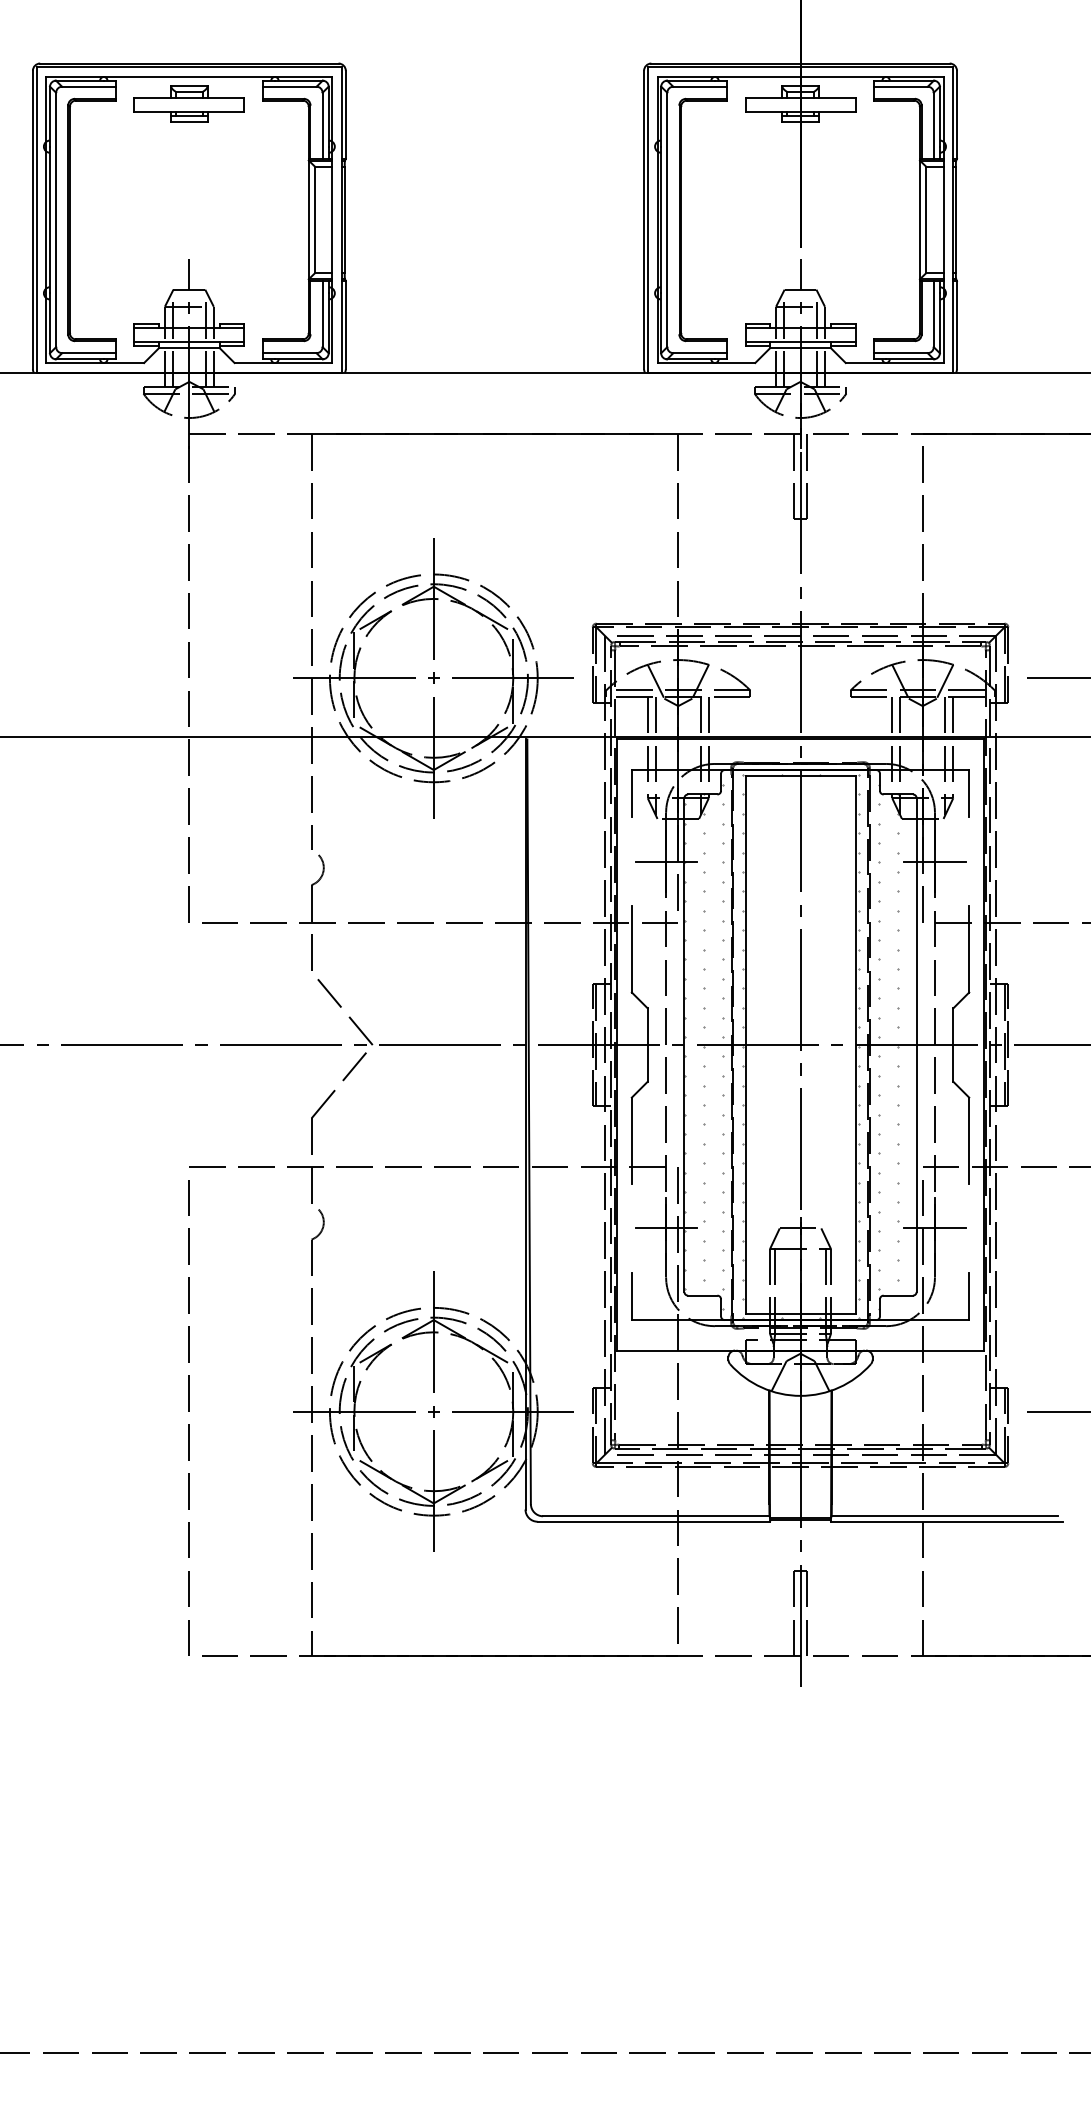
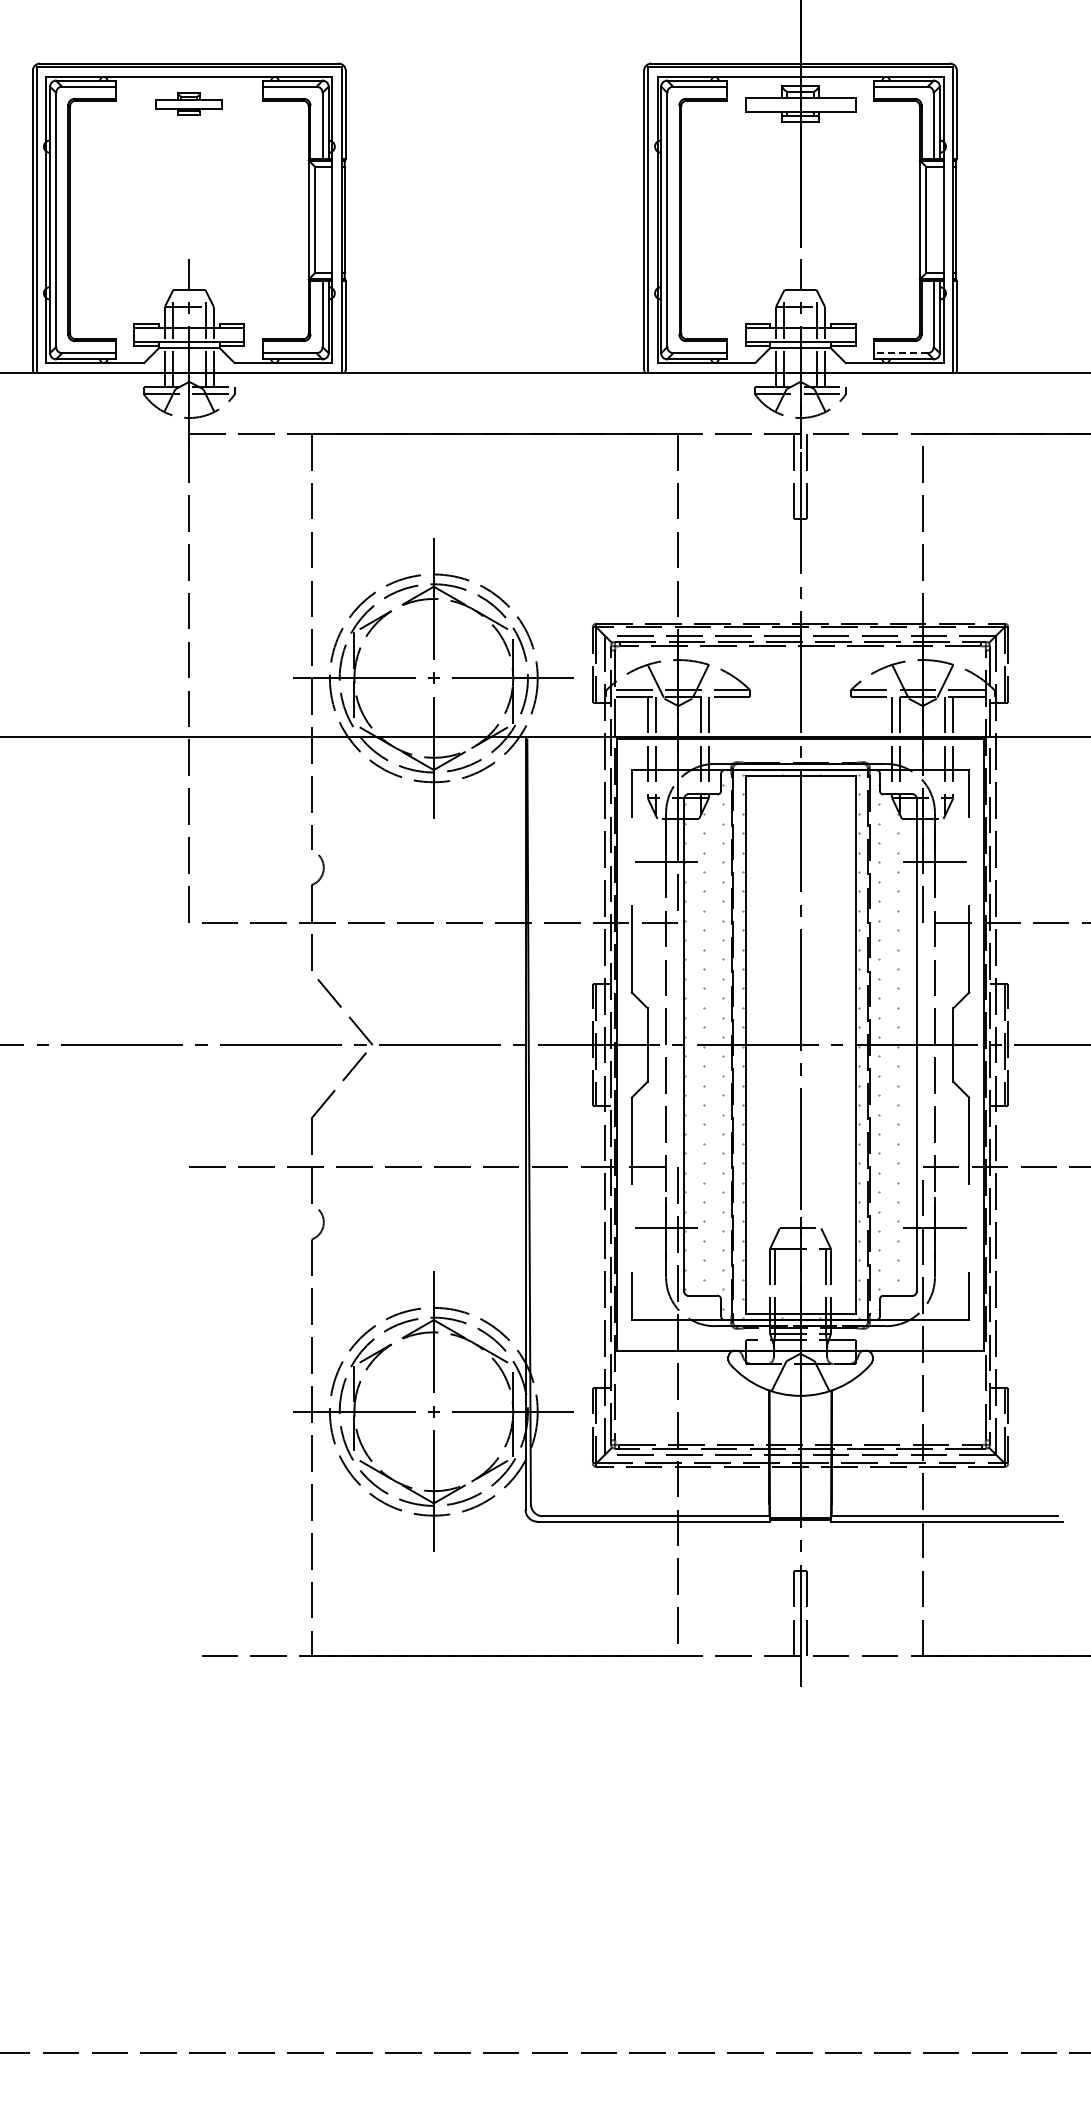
part at (188, 103) size: 112x38 px -> 68x24 px
line at (900, 353): solid -> dashed
line at (1056, 678): present -> none
line at (188, 1411): present -> none
line at (1056, 1411): present -> none
